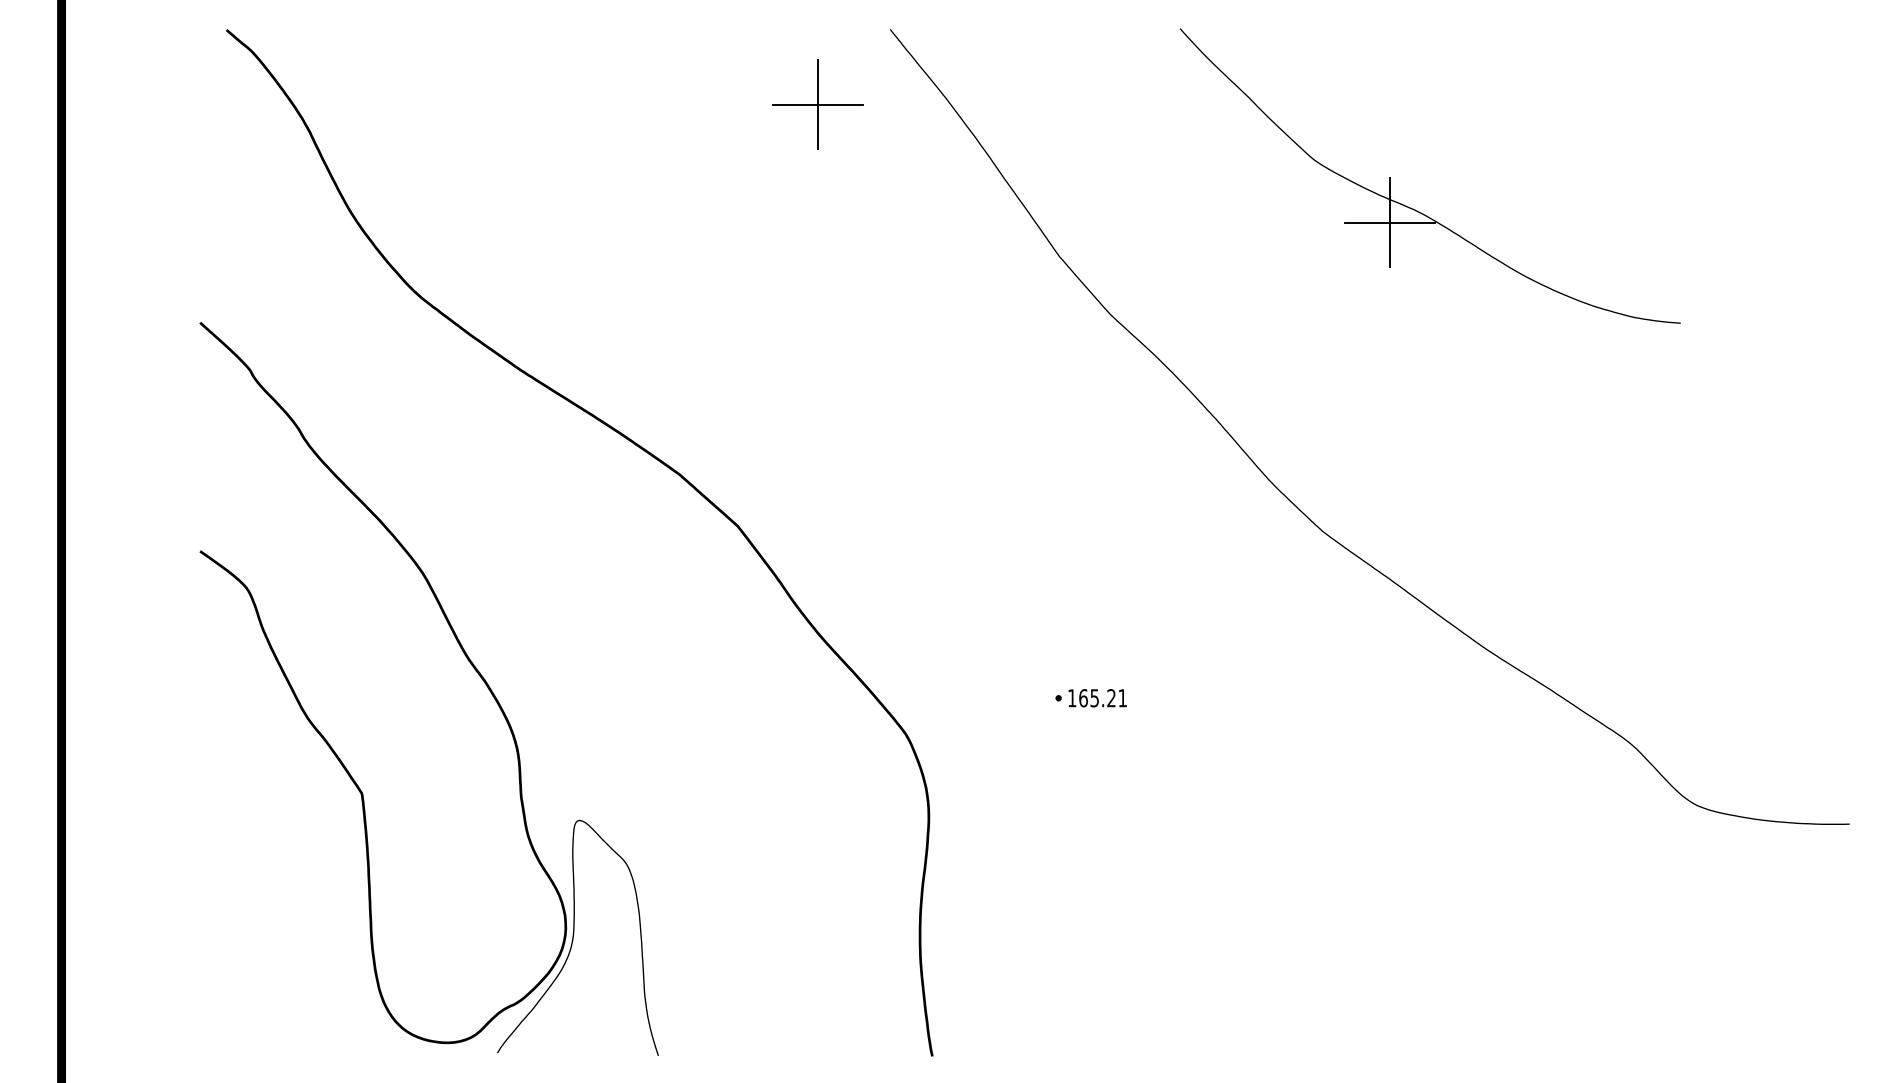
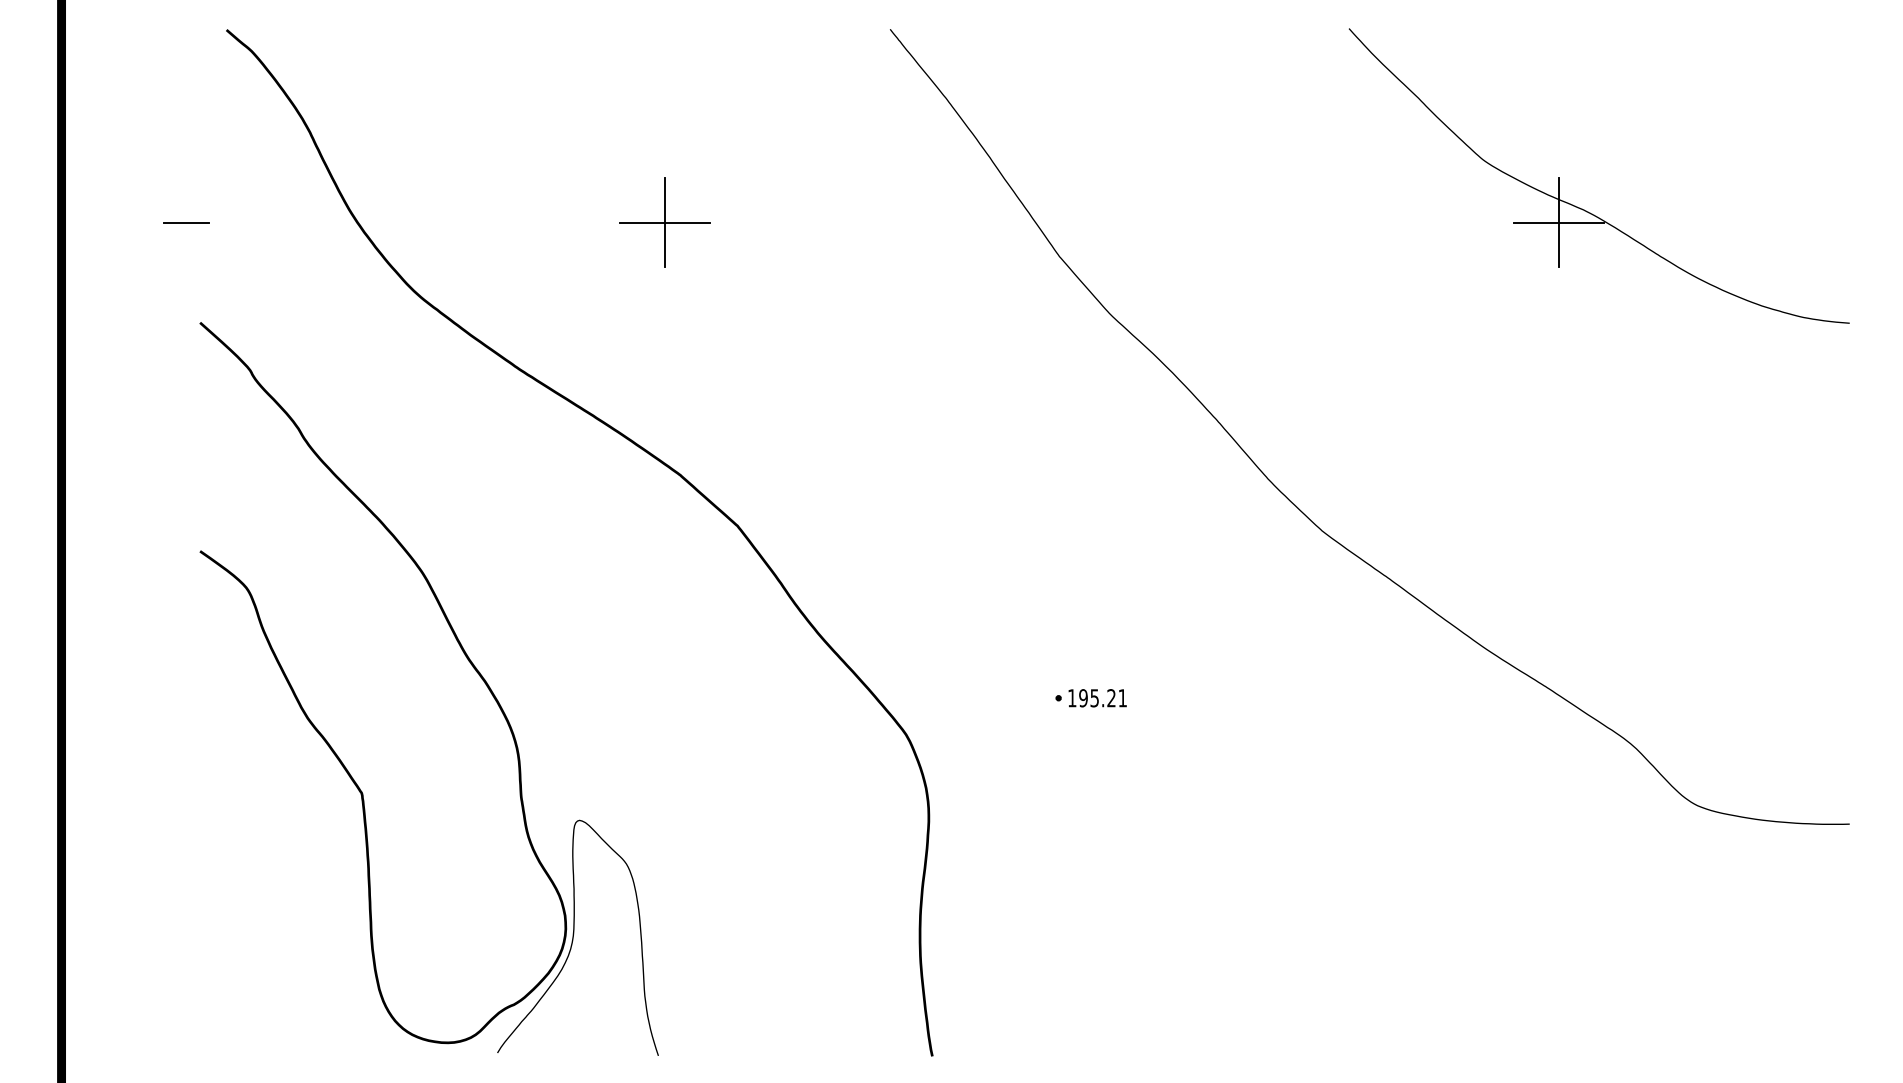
part at (817, 104) position: (817, 104) -> (664, 222)
part at (1413, 208) position: (1413, 208) -> (1582, 208)
line at (186, 222): none -> present
text at (1083, 698): 165.21 -> 195.21
